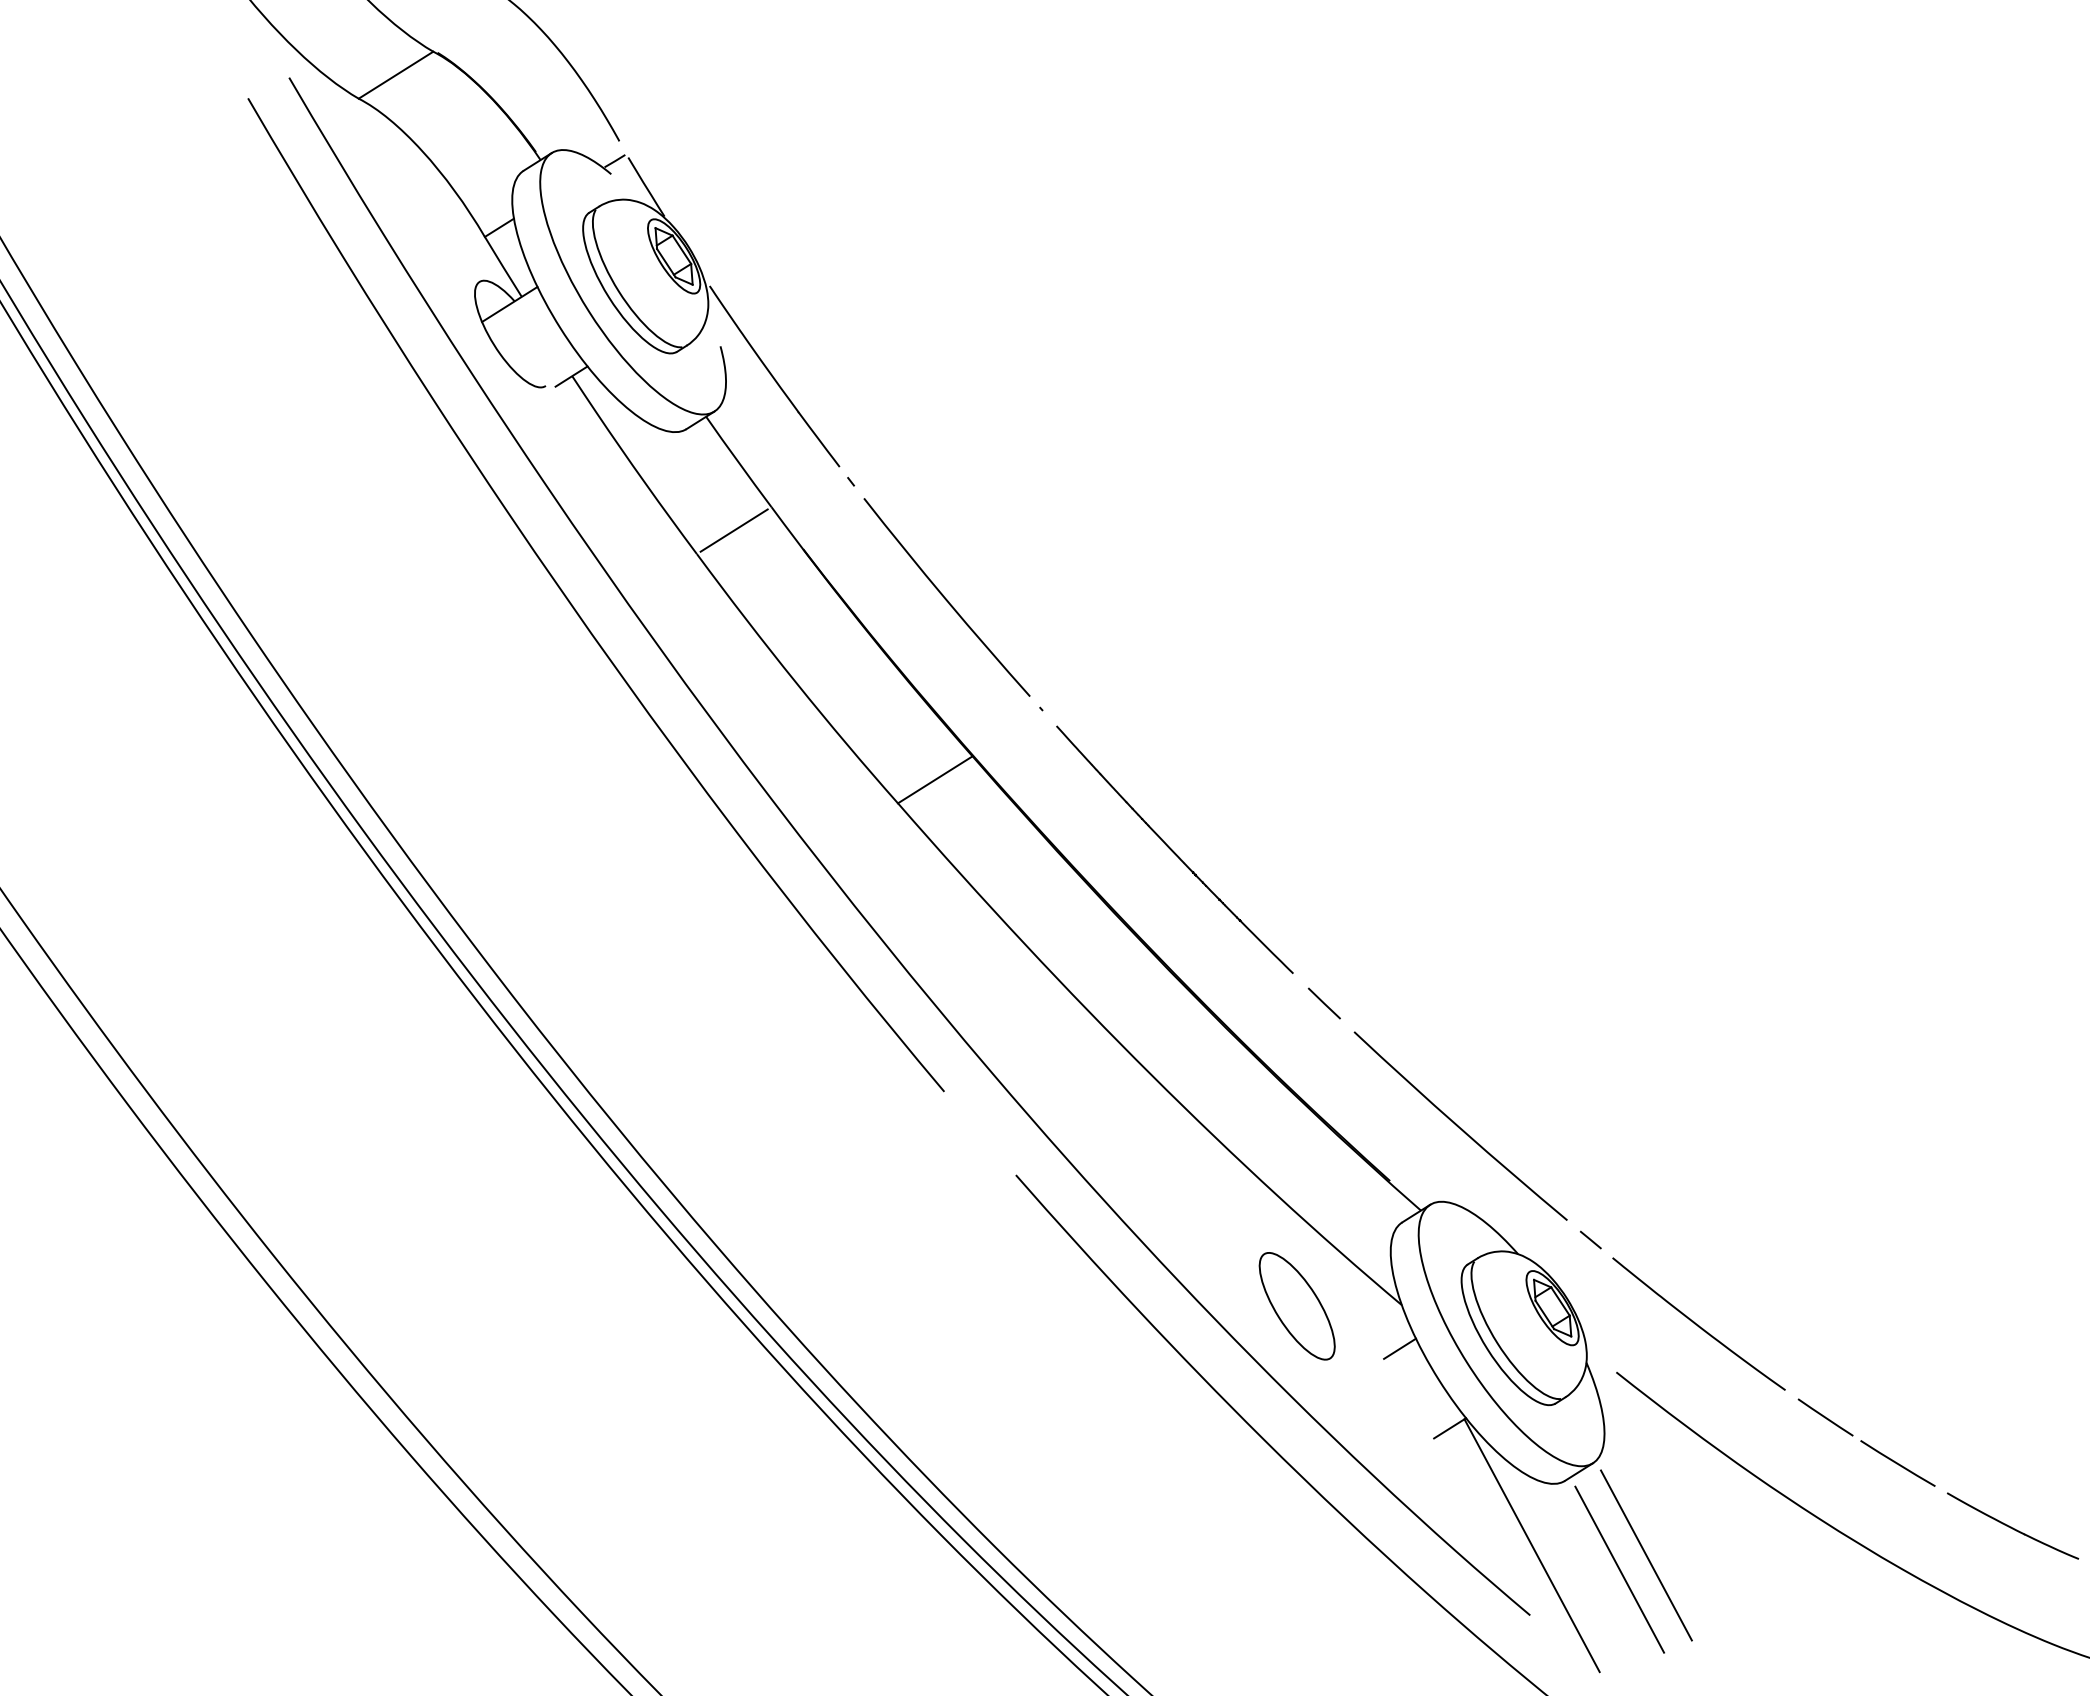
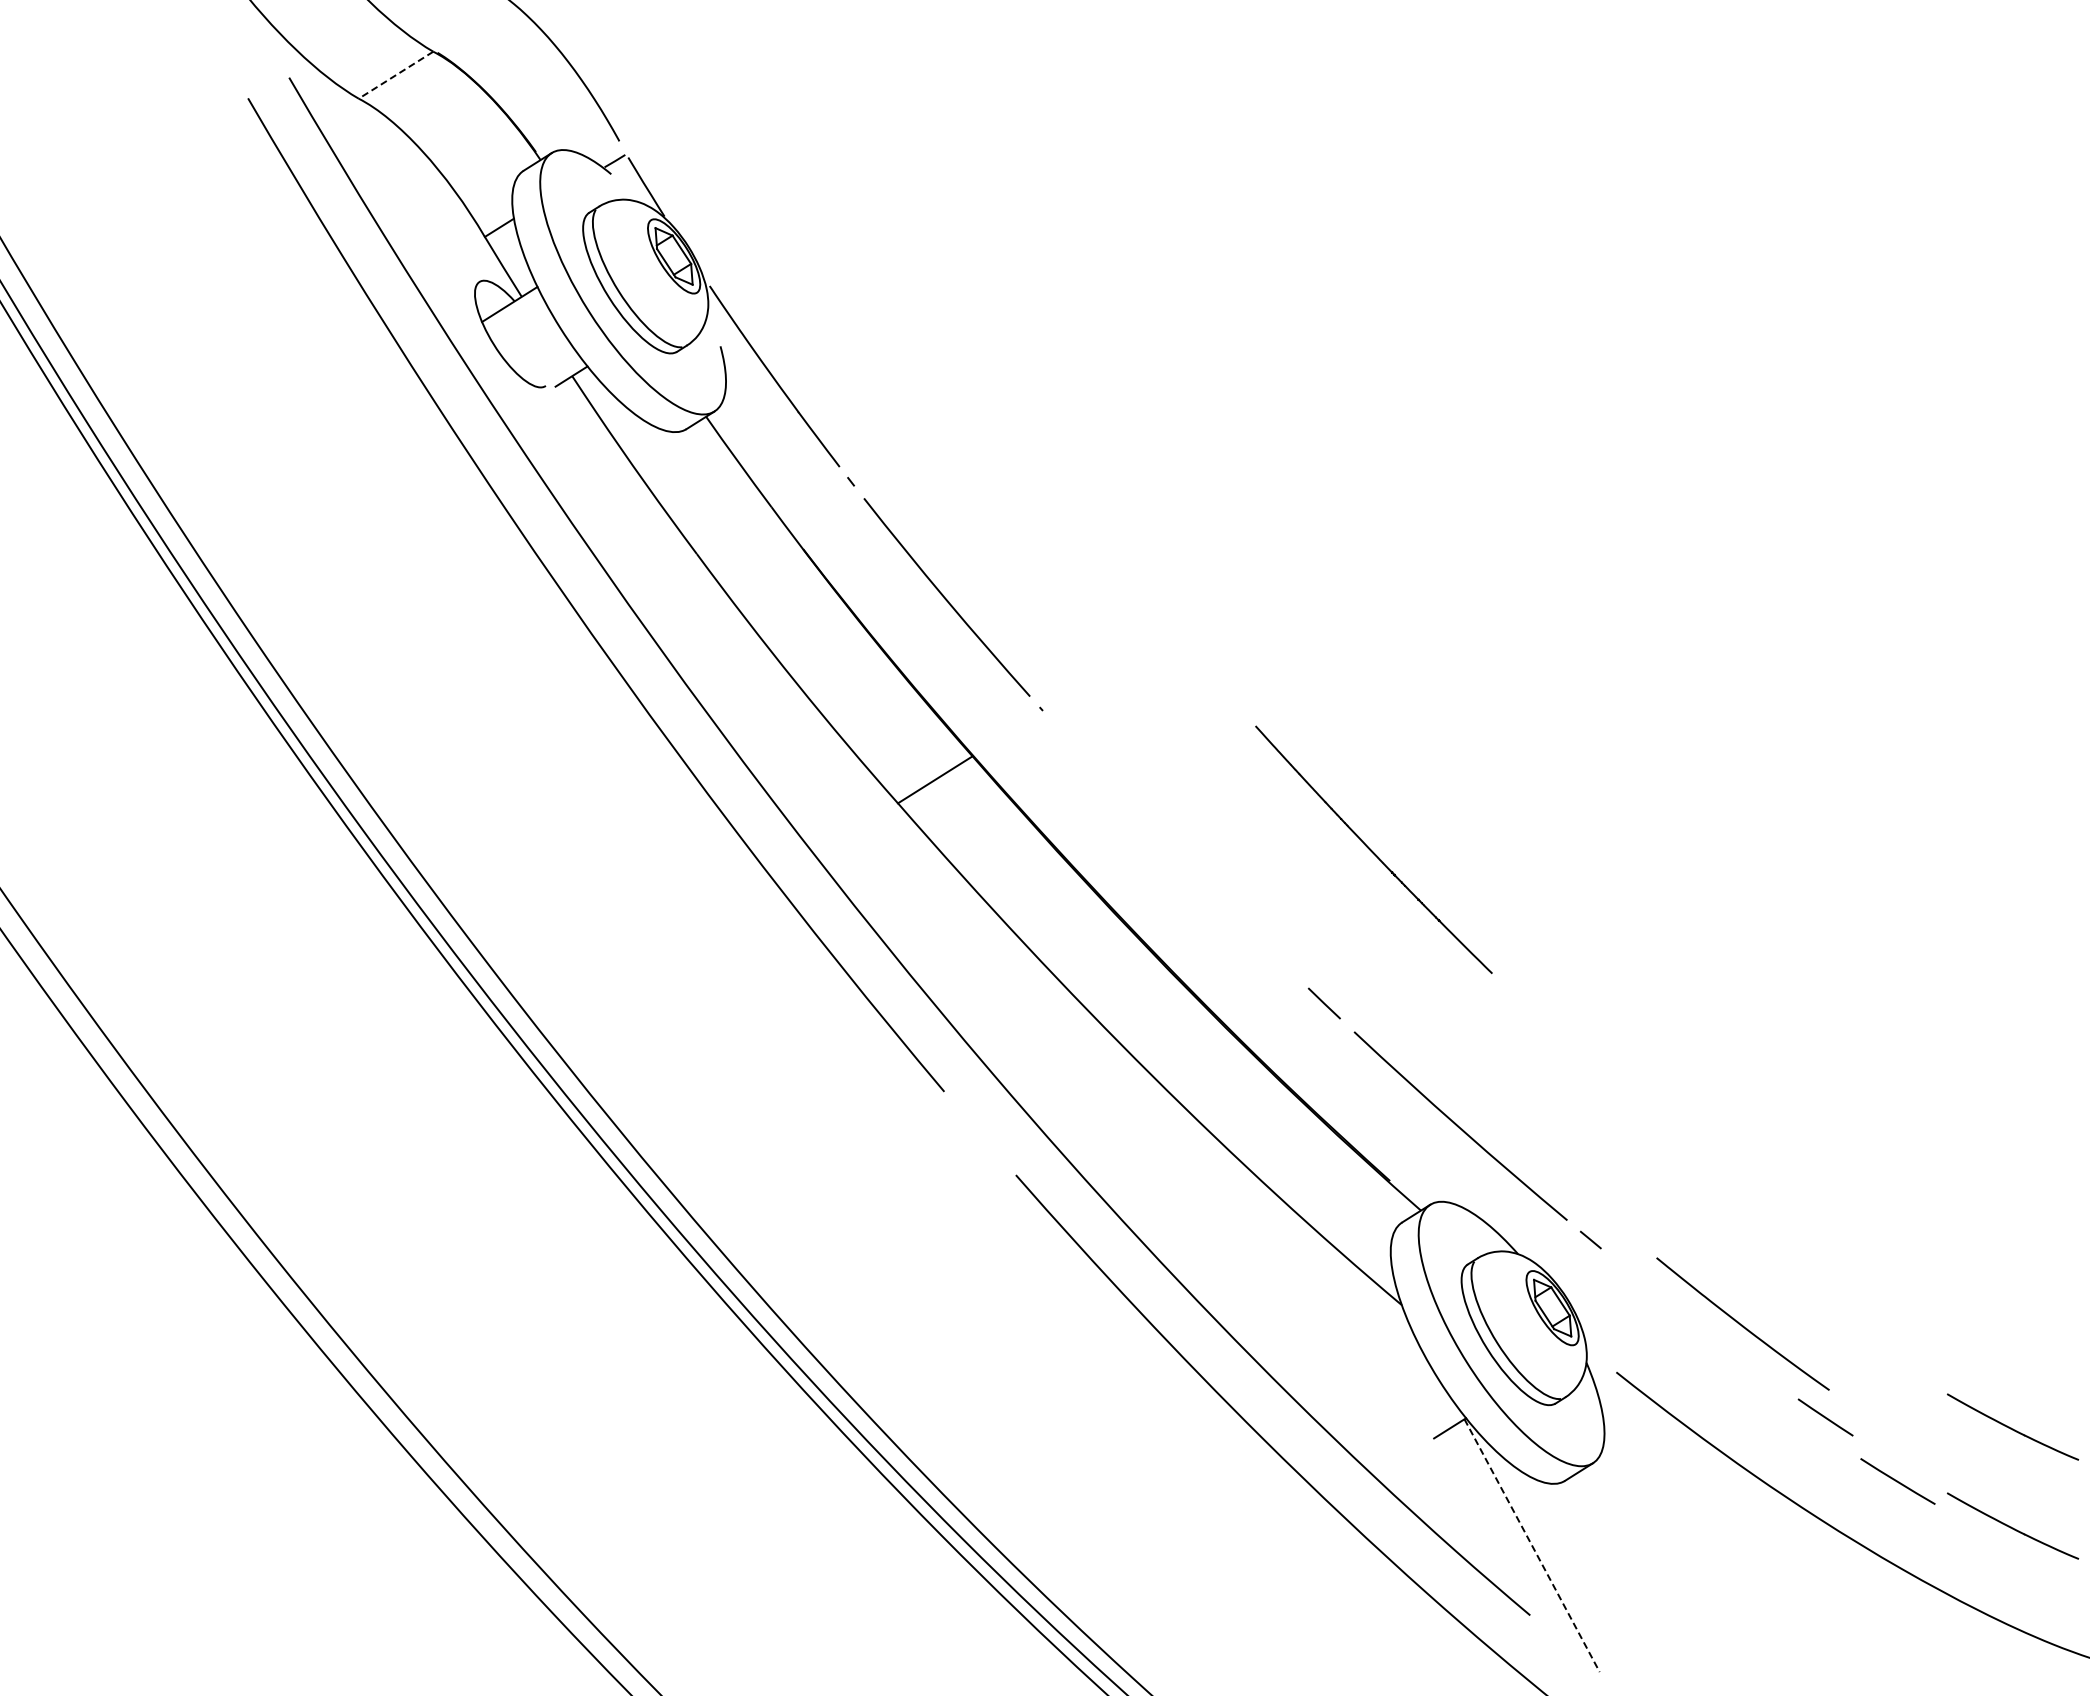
line at (395, 75): solid -> dashed
line at (733, 530): present -> none
curve at (1173, 850) position: (1173, 850) -> (1372, 850)
part at (1296, 1306): present -> none
curve at (1698, 1324) position: (1698, 1324) -> (1742, 1324)
line at (1400, 1348): present -> none
part at (2013, 1426): none -> present
line at (1897, 1463) position: (1897, 1463) -> (1897, 1481)
line at (1532, 1546): solid -> dashed
line at (1645, 1555): present -> none
line at (1619, 1569): present -> none
